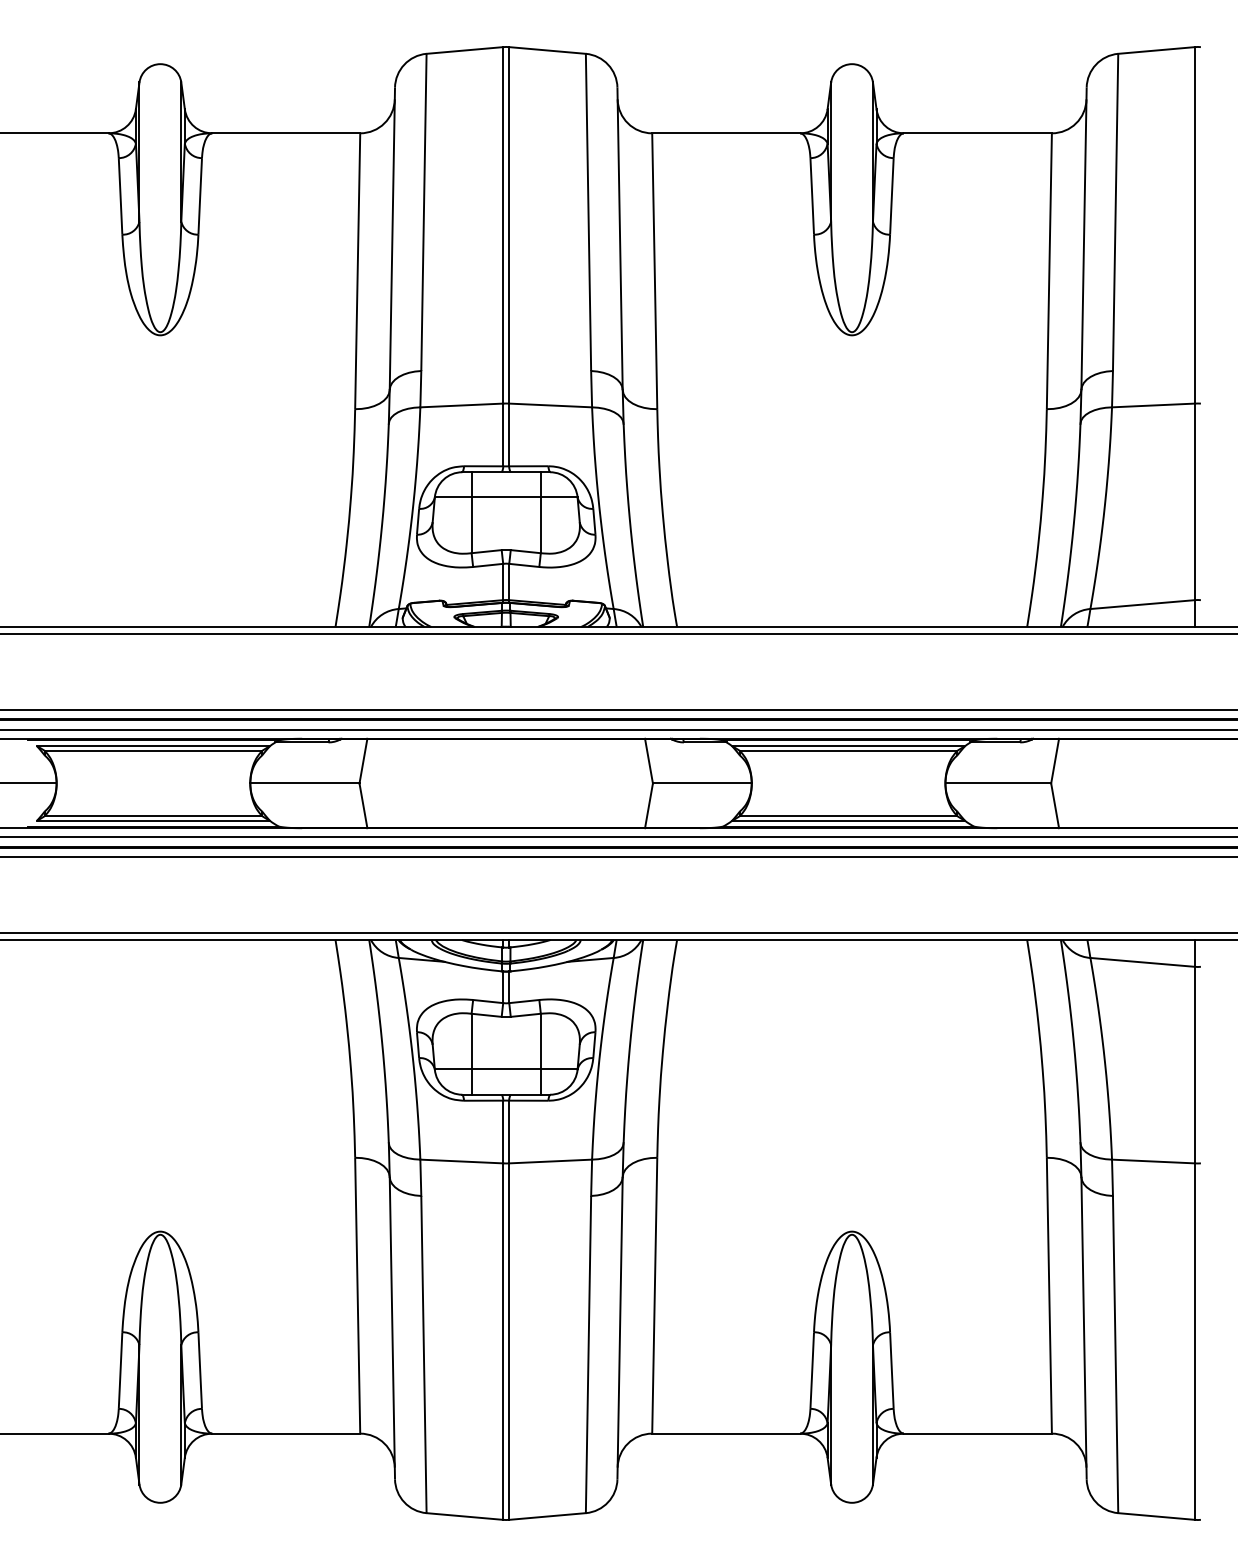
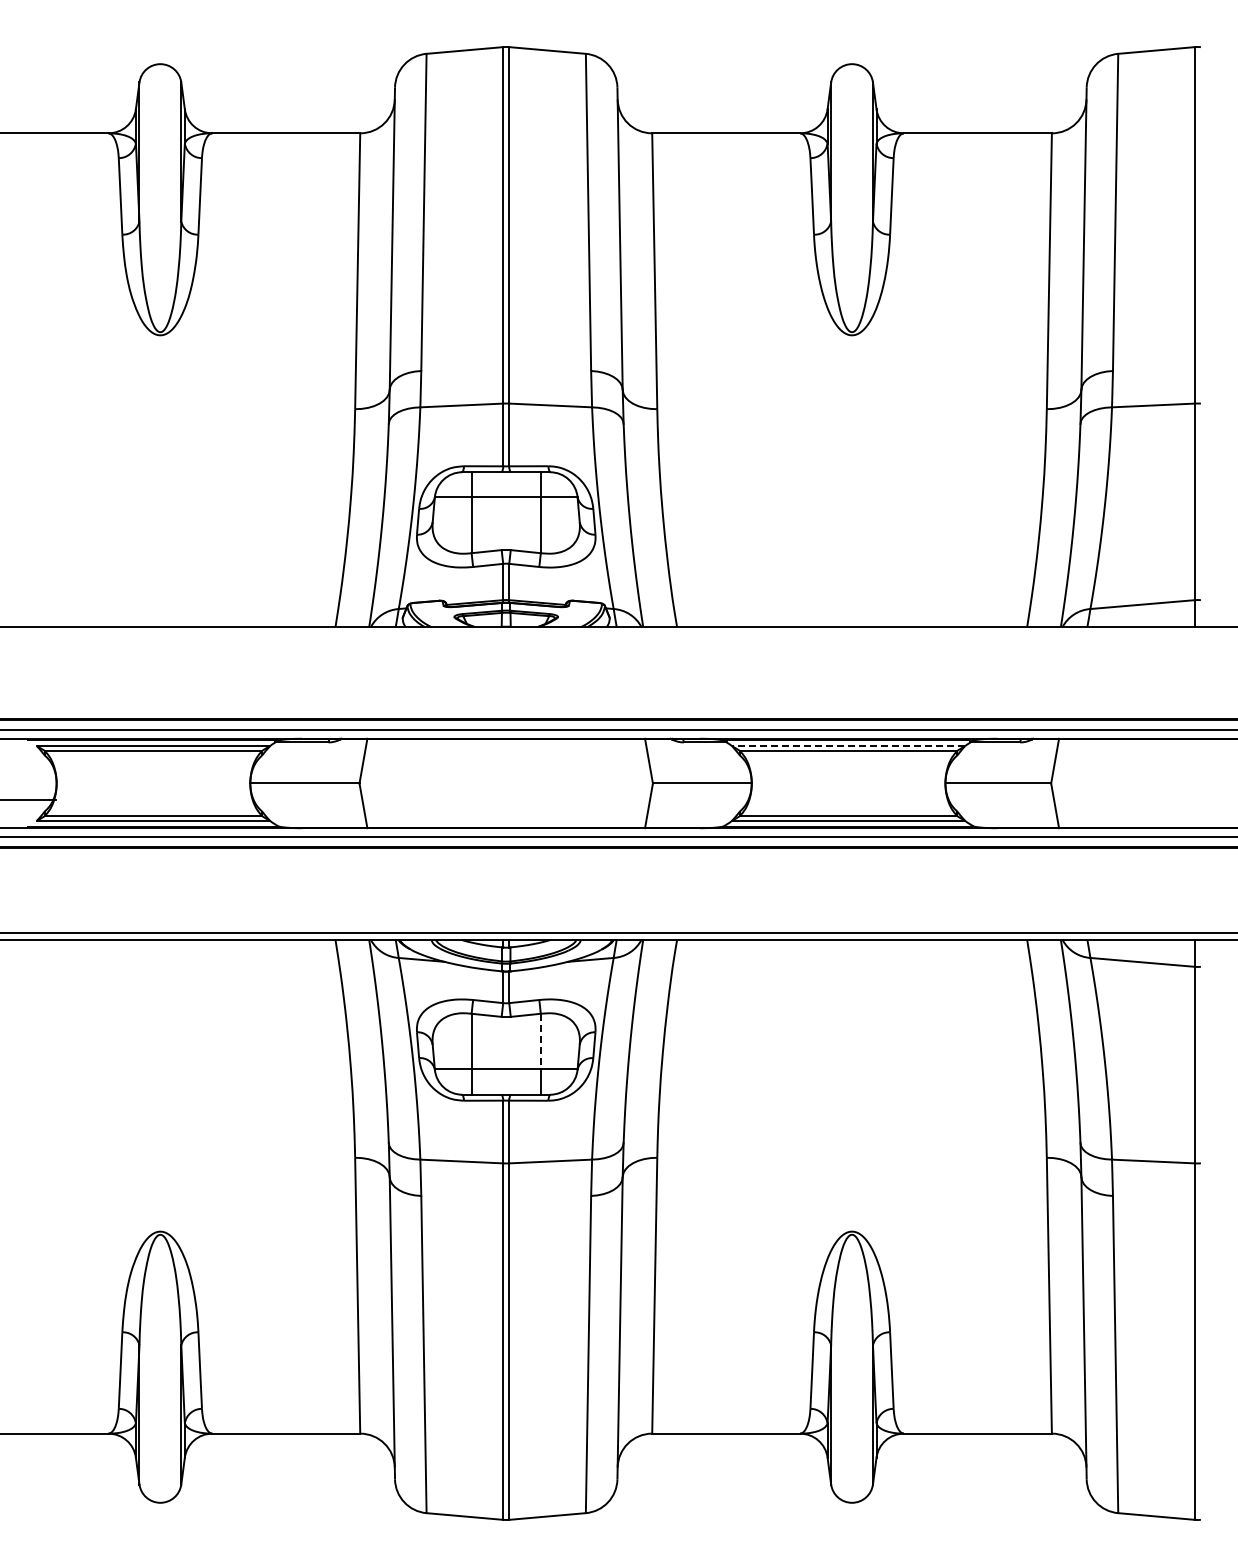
line at (618, 634): present -> none
line at (618, 710): present -> none
line at (848, 746): solid -> dashed
line at (29, 783) position: (29, 783) -> (29, 800)
line at (618, 856): present -> none
line at (540, 1041): solid -> dashed
